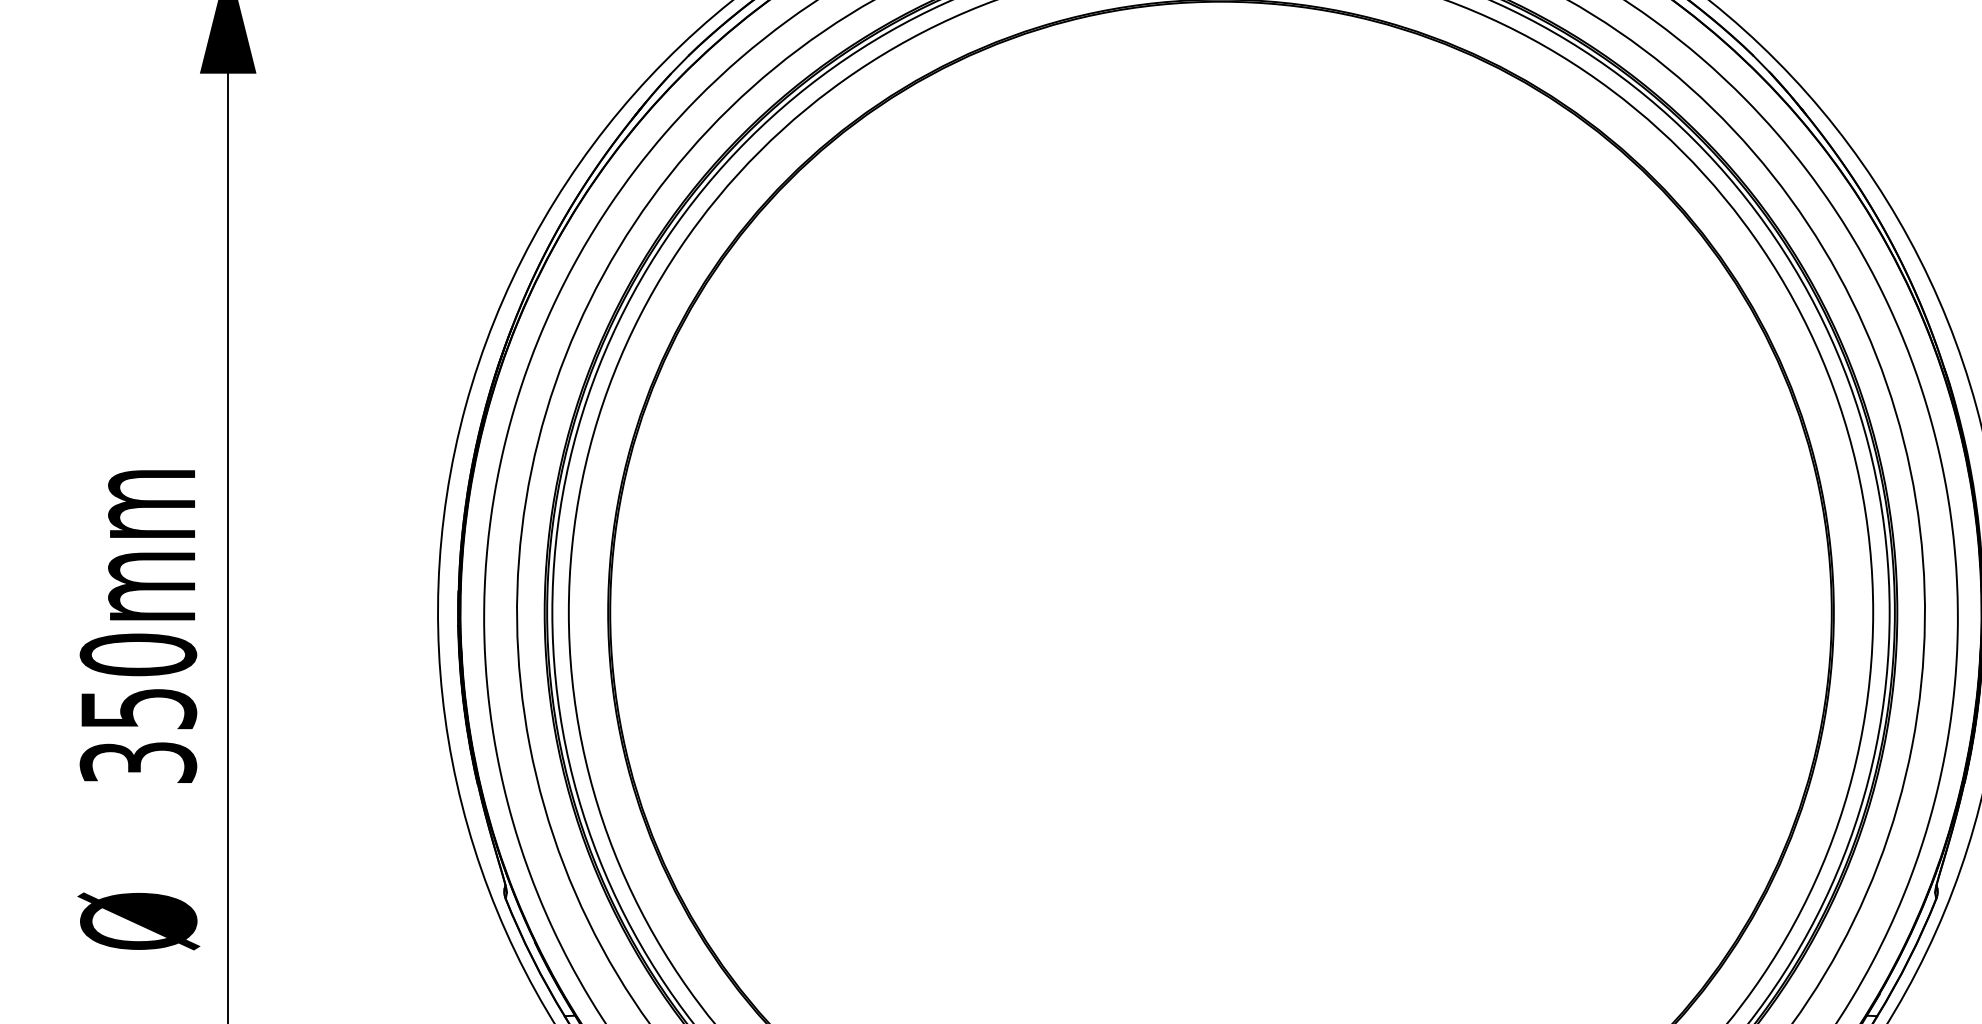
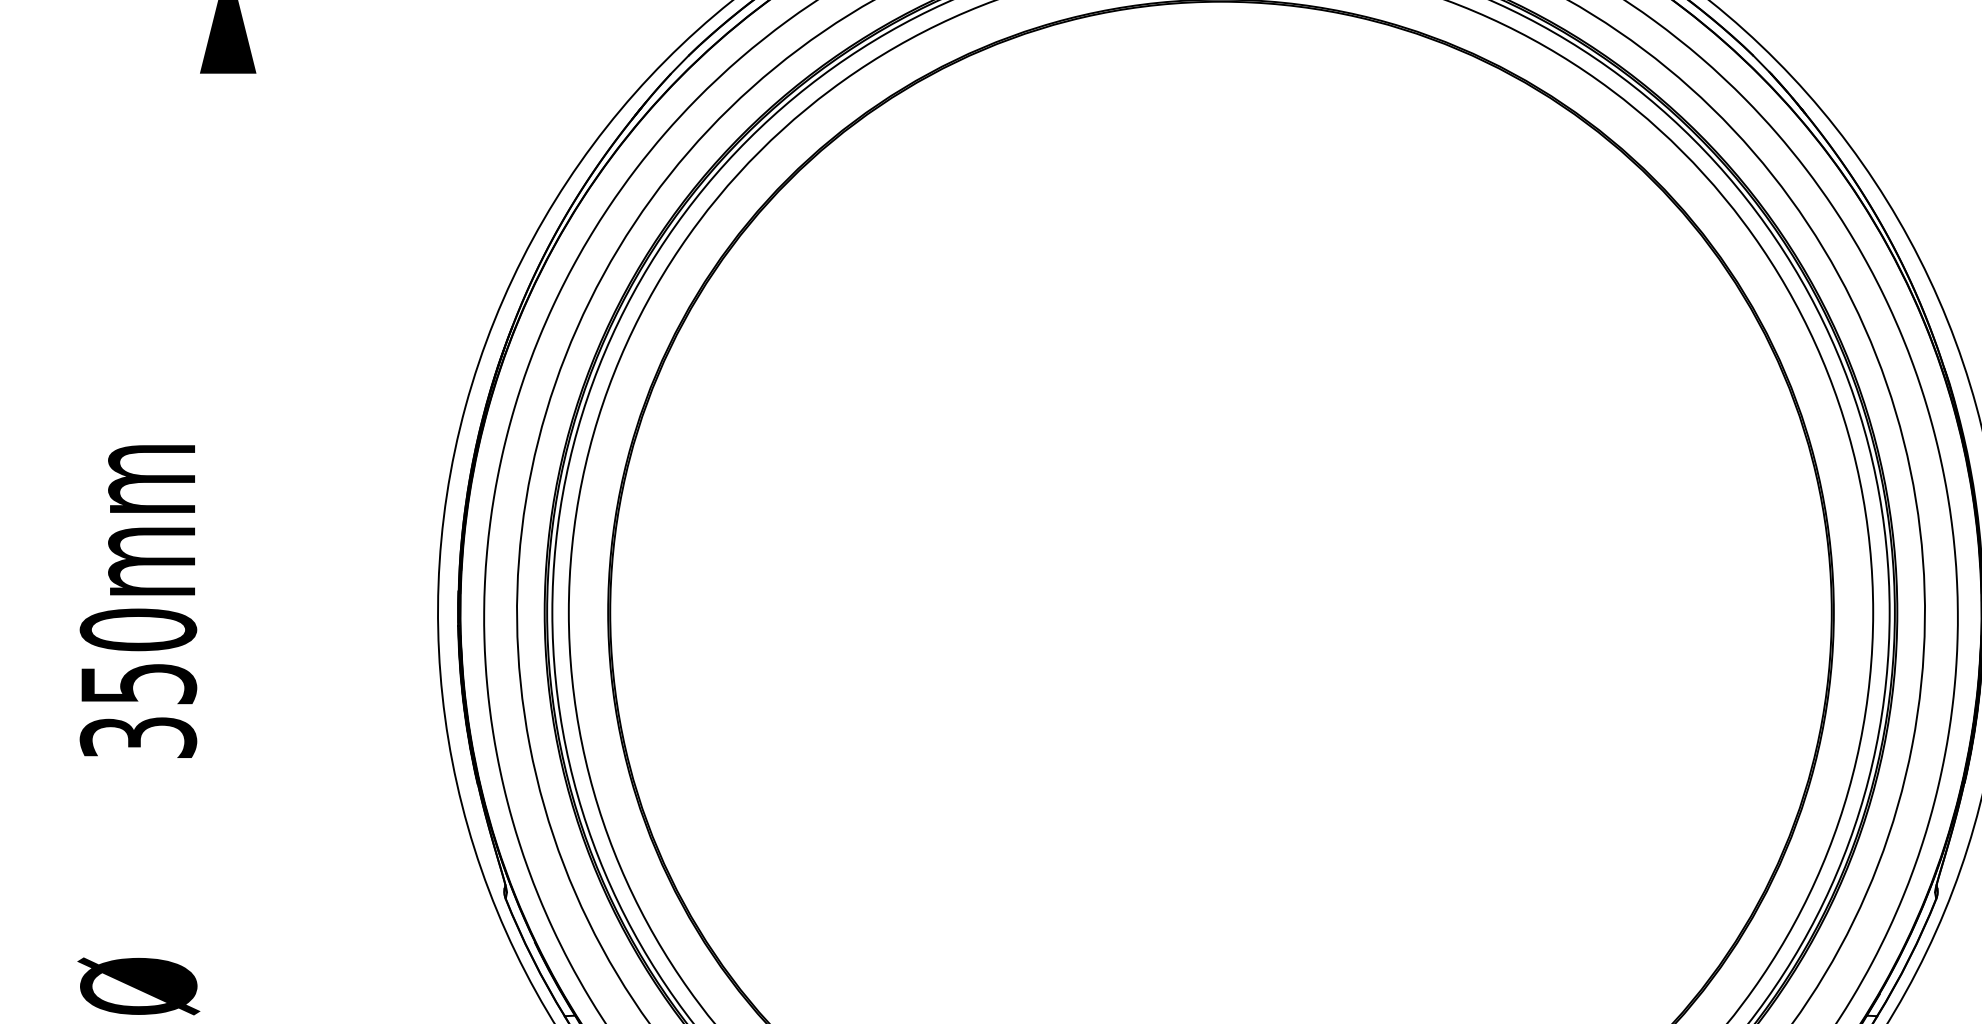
line at (228, 511): present -> none
text at (138, 626) position: (138, 626) -> (138, 601)
text at (138, 921) position: (138, 921) -> (138, 986)
